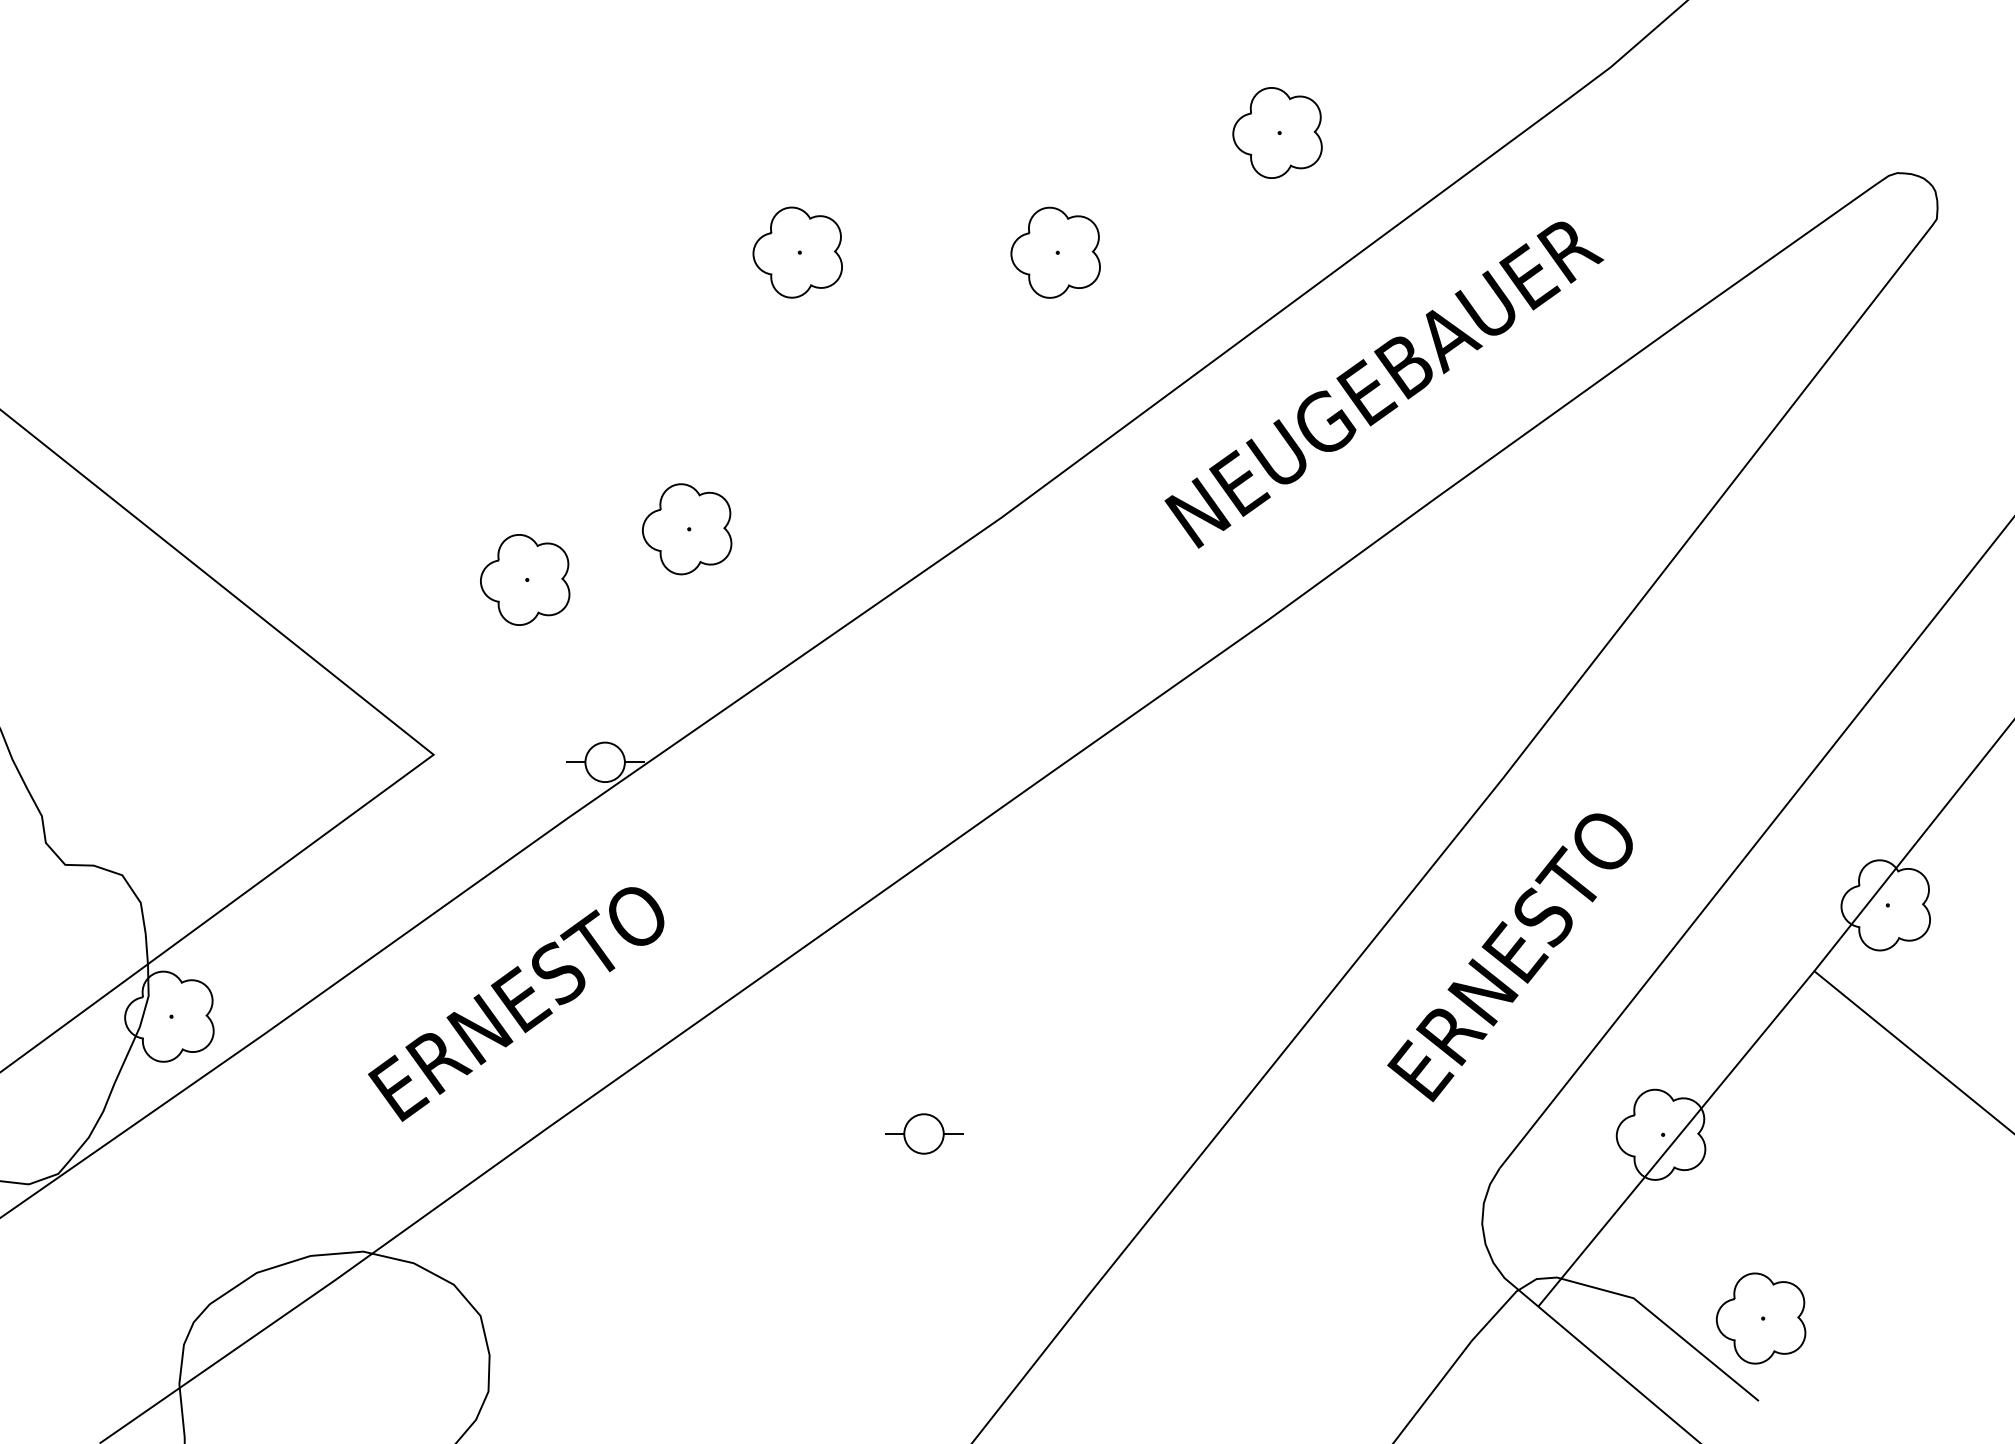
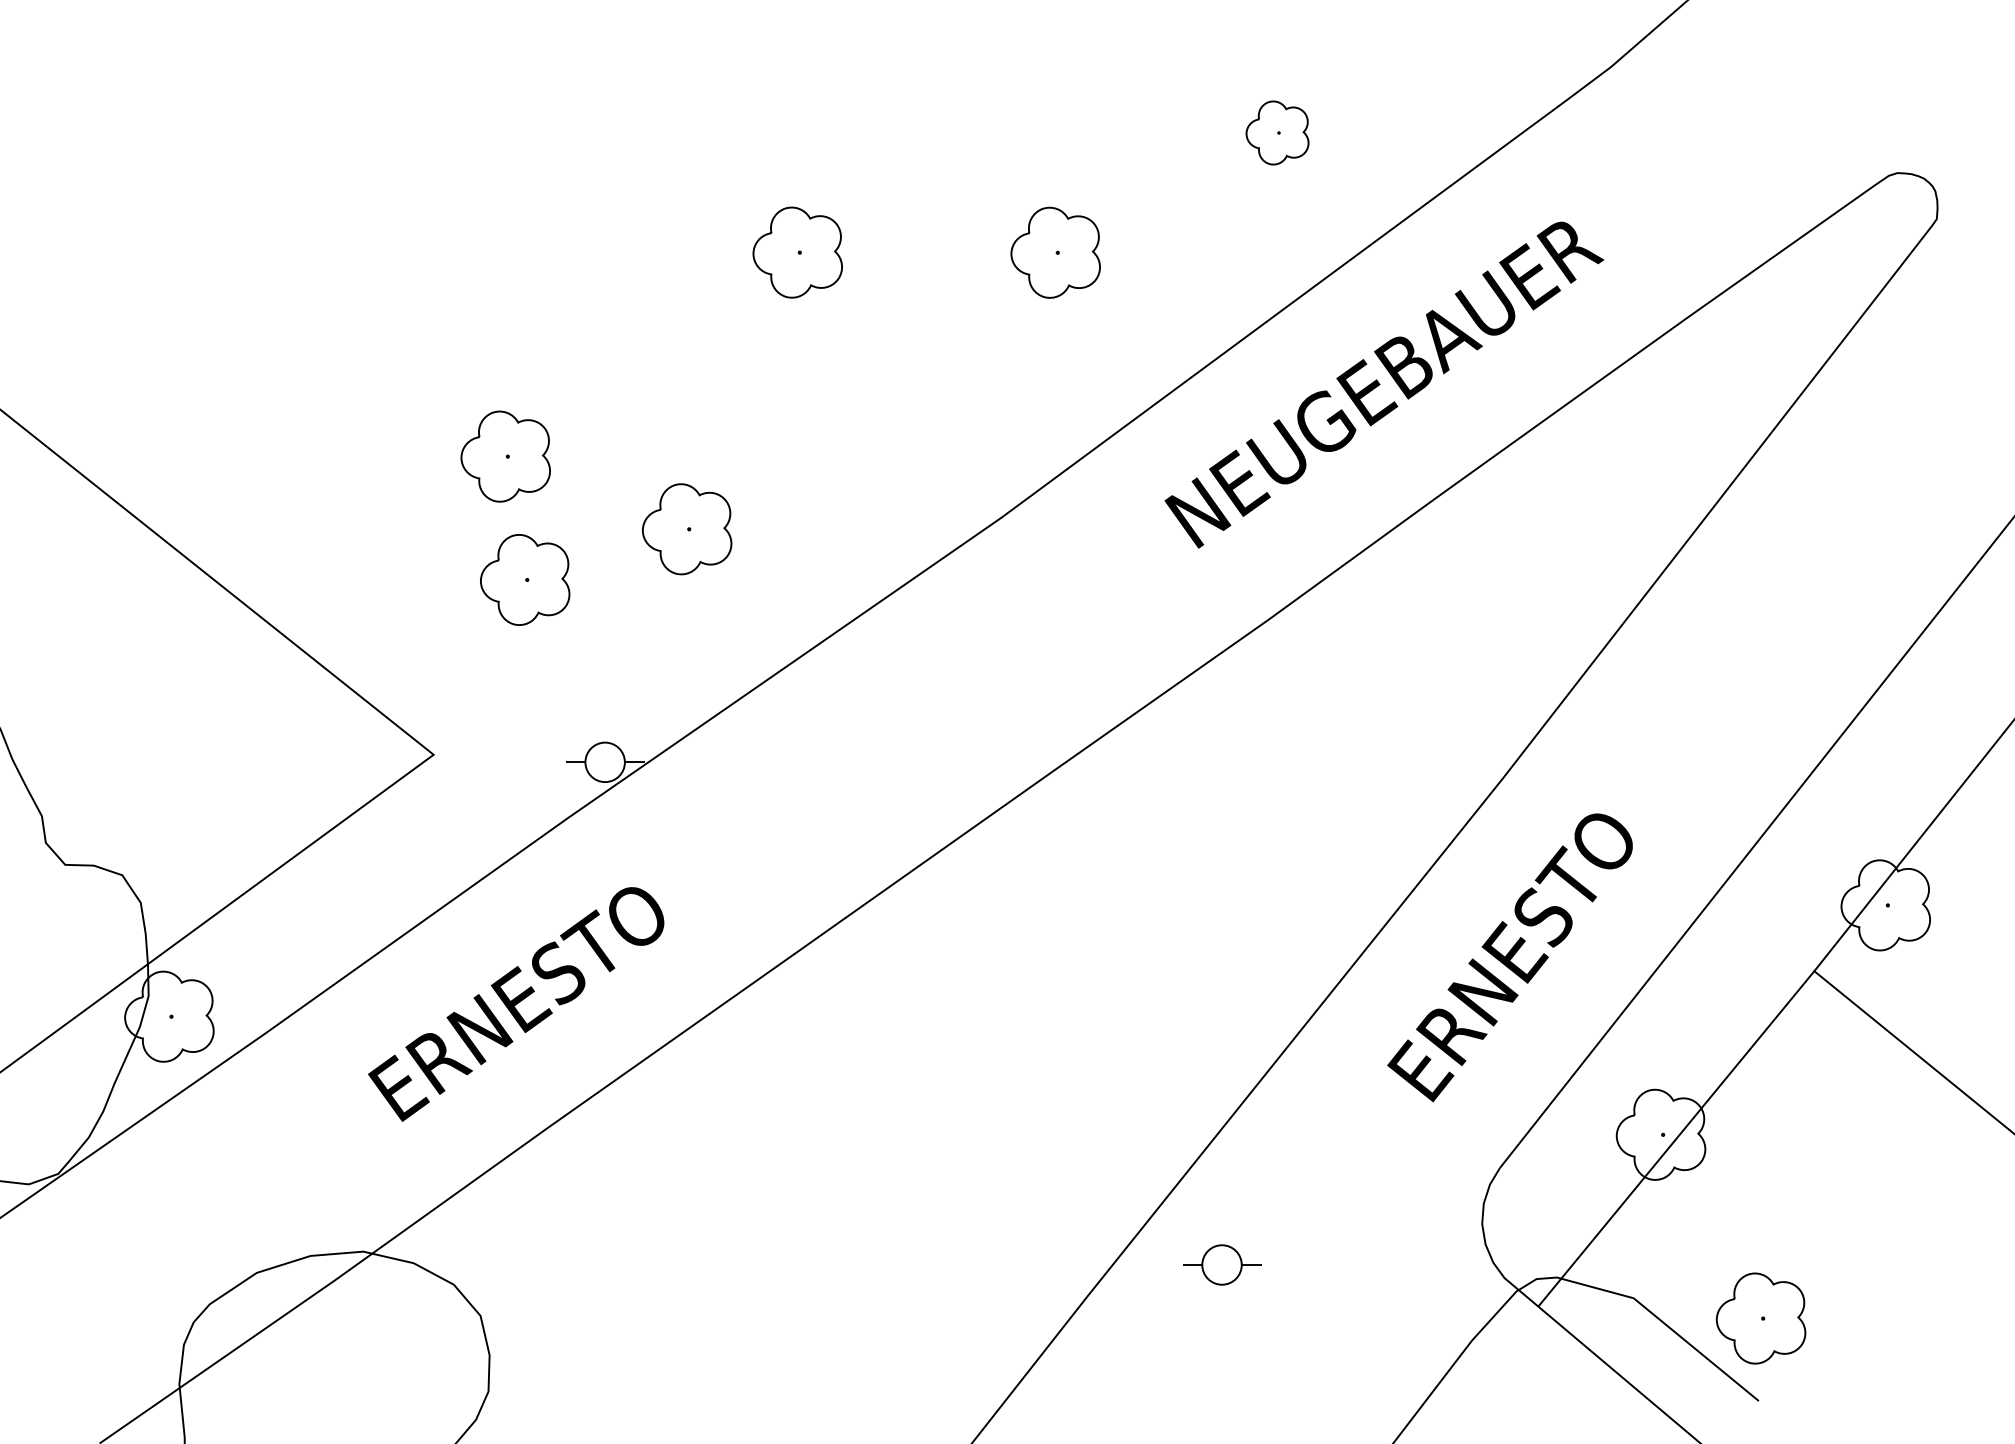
part at (1277, 132) size: 91x92 px -> 65x66 px
part at (505, 456): none -> present
part at (924, 1133) position: (924, 1133) -> (1222, 1264)
